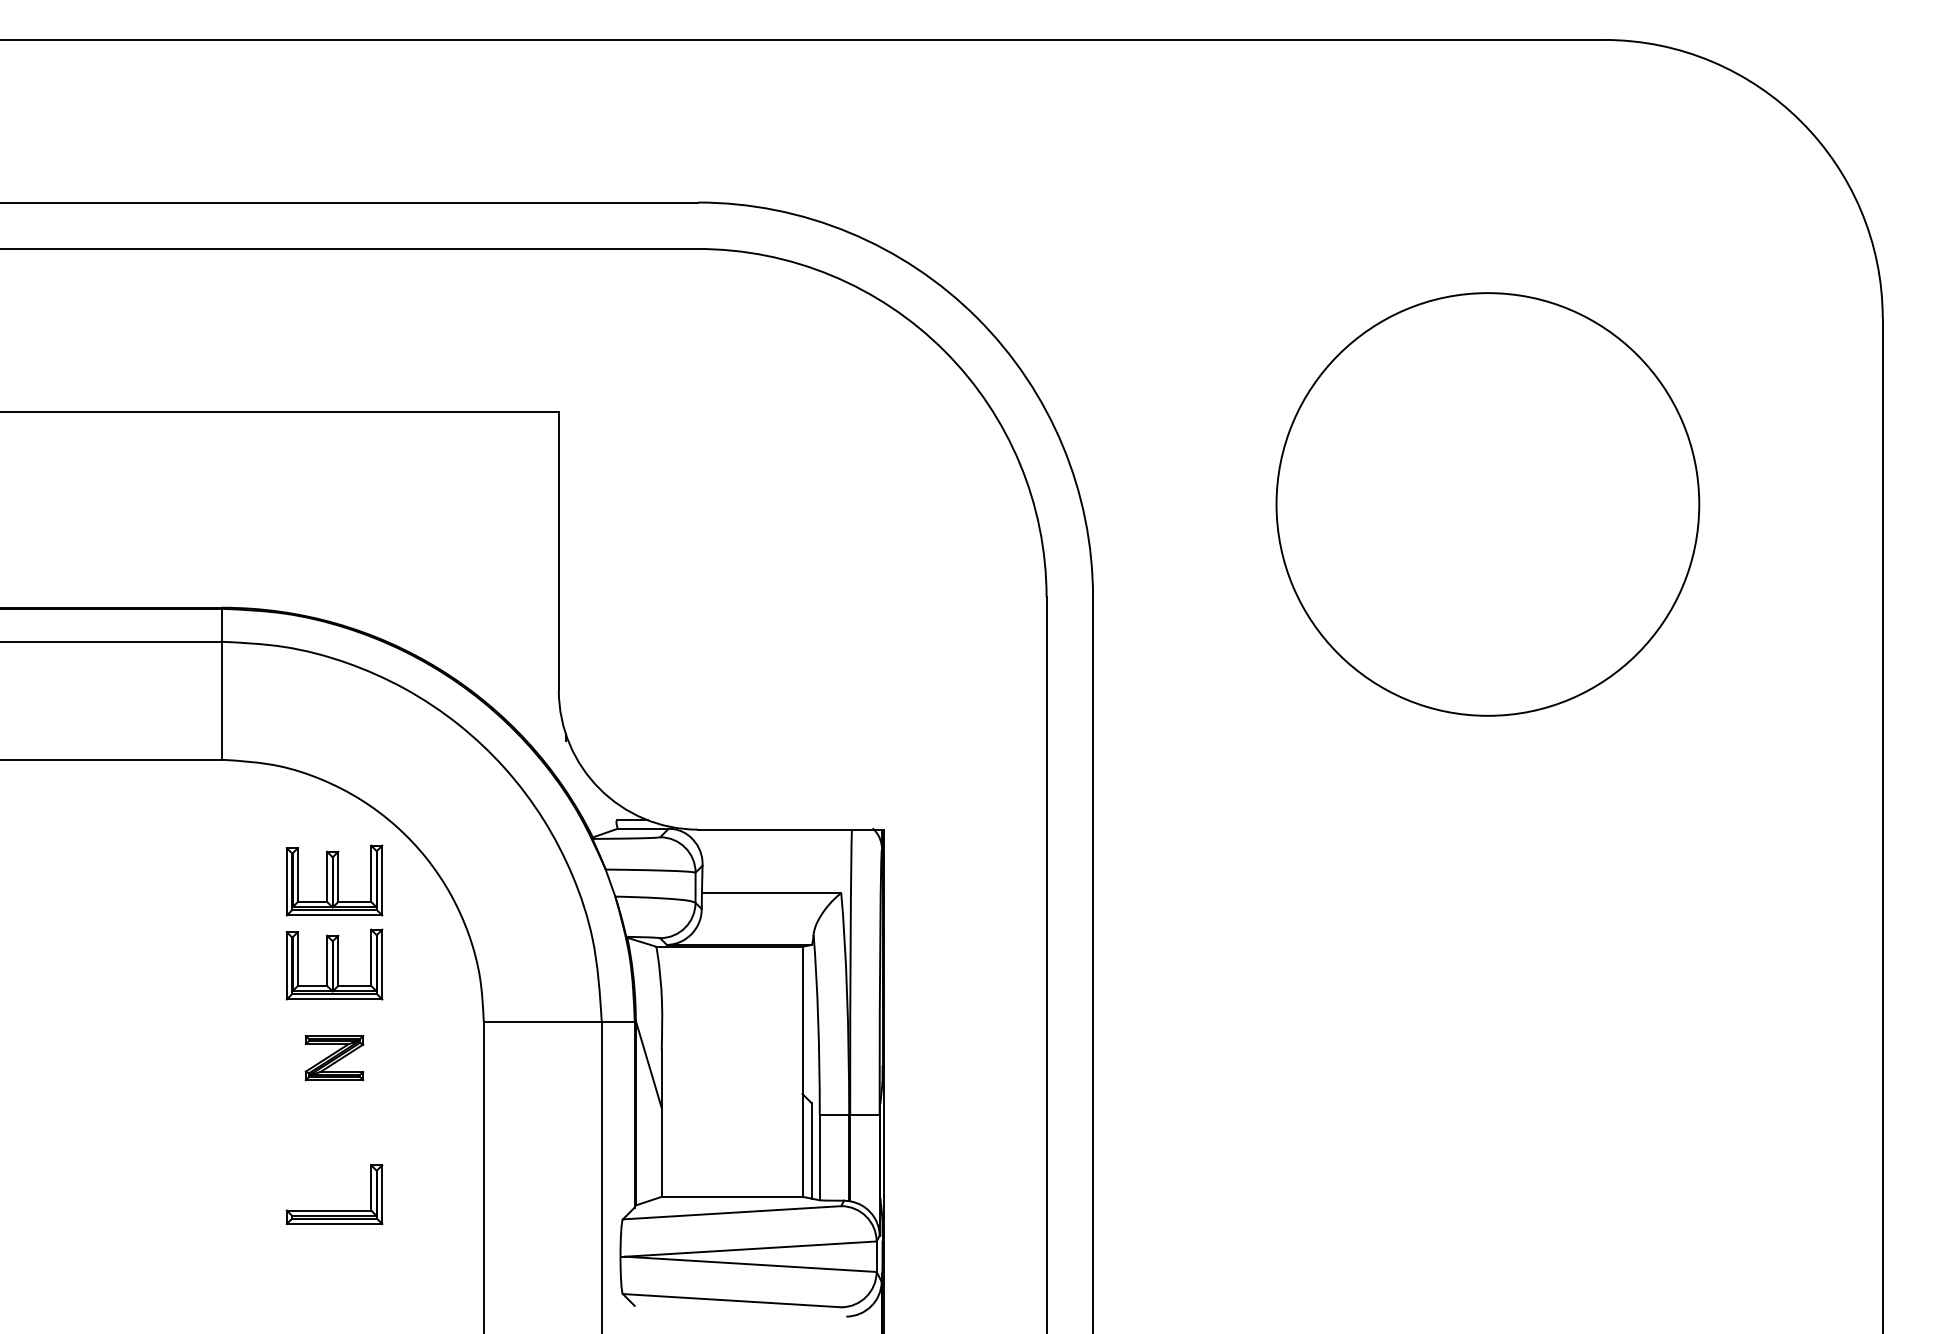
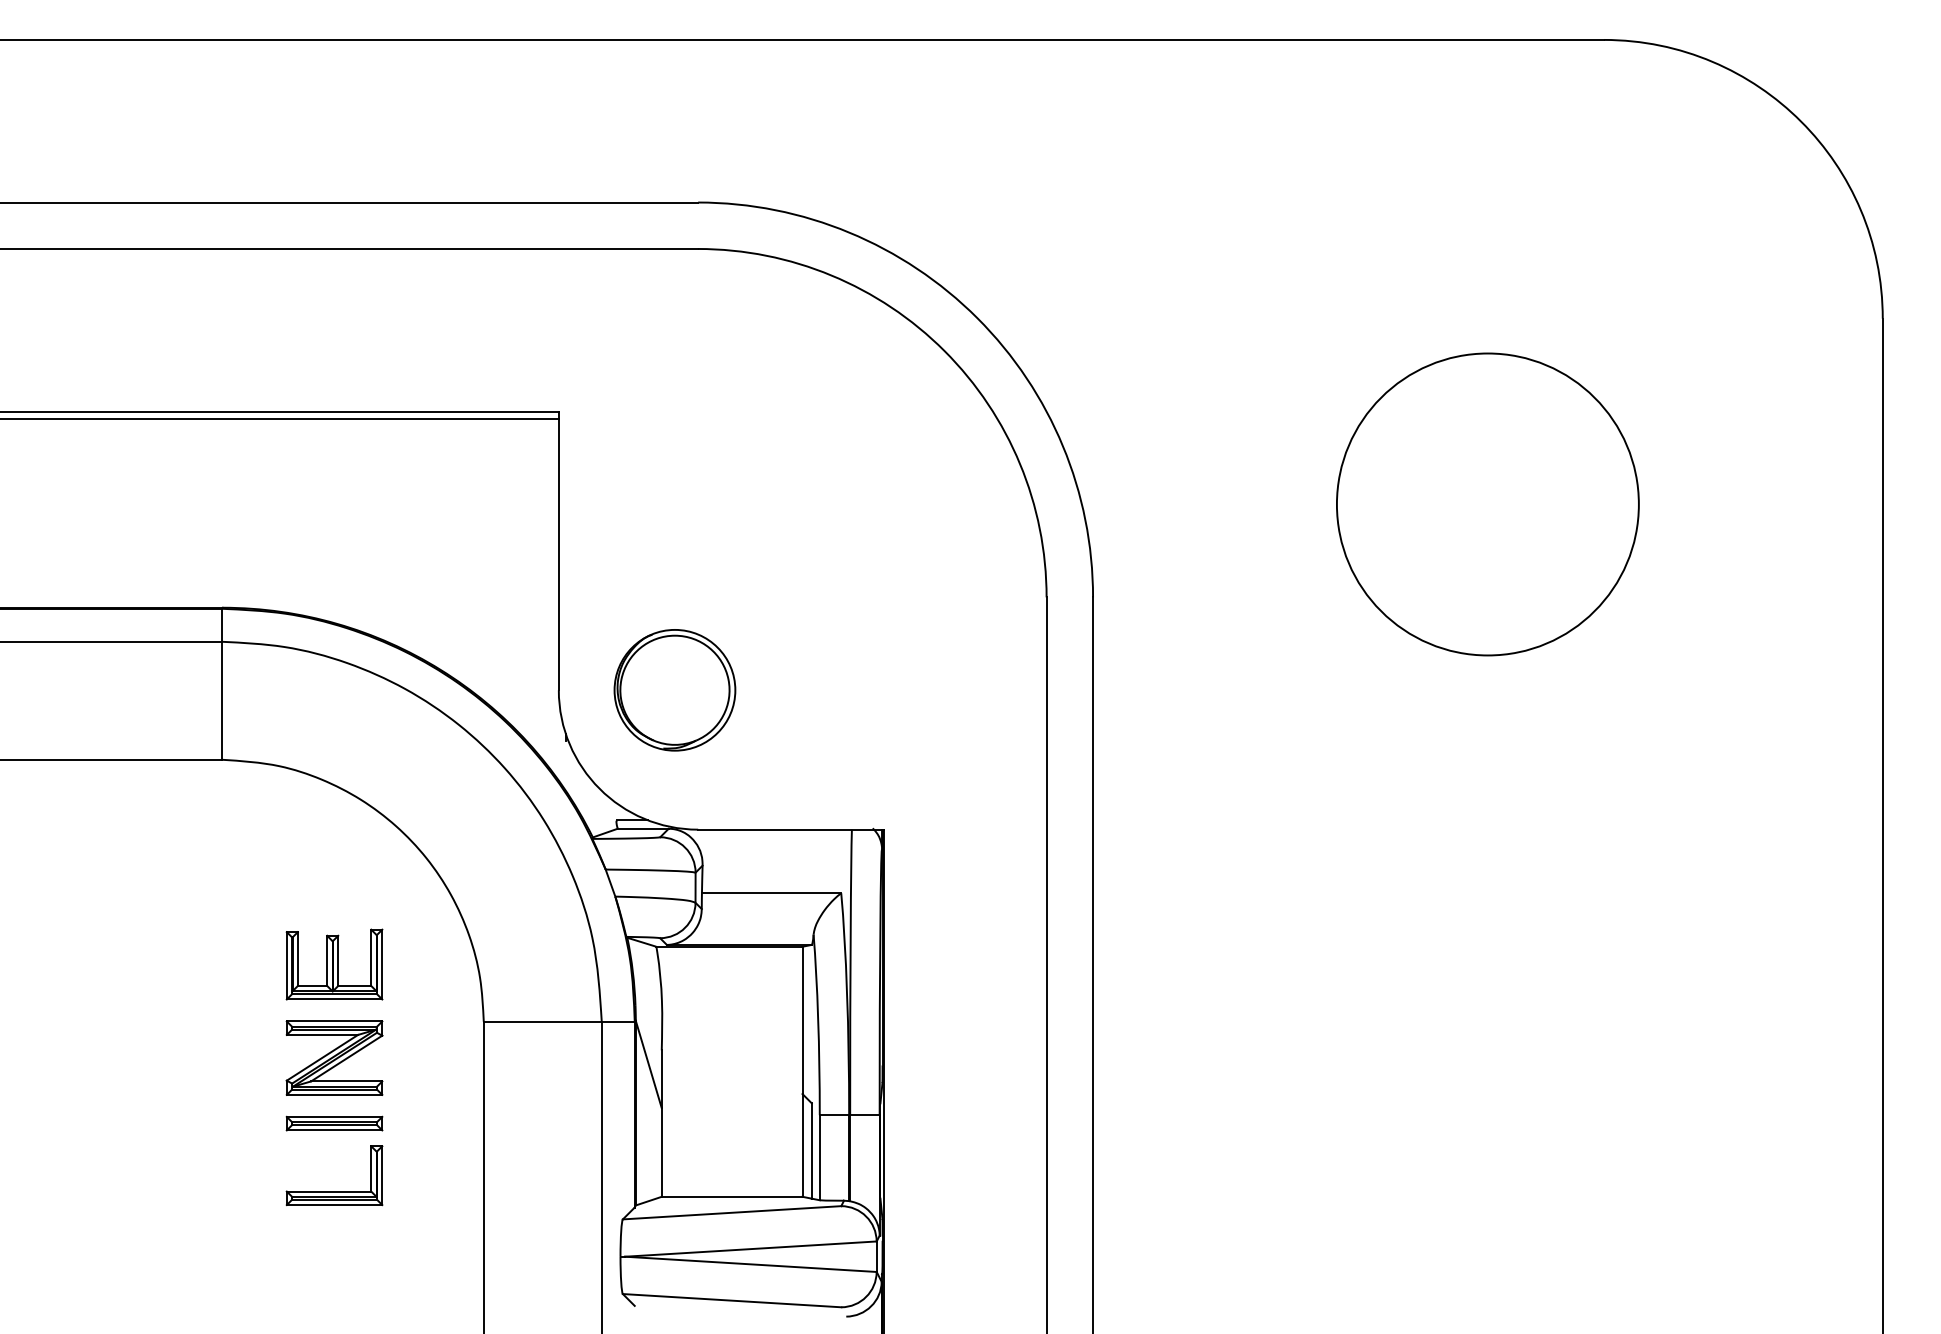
line at (280, 419): none -> present
circle at (1487, 504) diameter: 423 px -> 302 px
part at (674, 690): none -> present
part at (334, 880): present -> none
part at (334, 1058) size: 61x47 px -> 99x76 px
part at (334, 1123): none -> present
part at (334, 1210) position: (334, 1210) -> (334, 1191)
